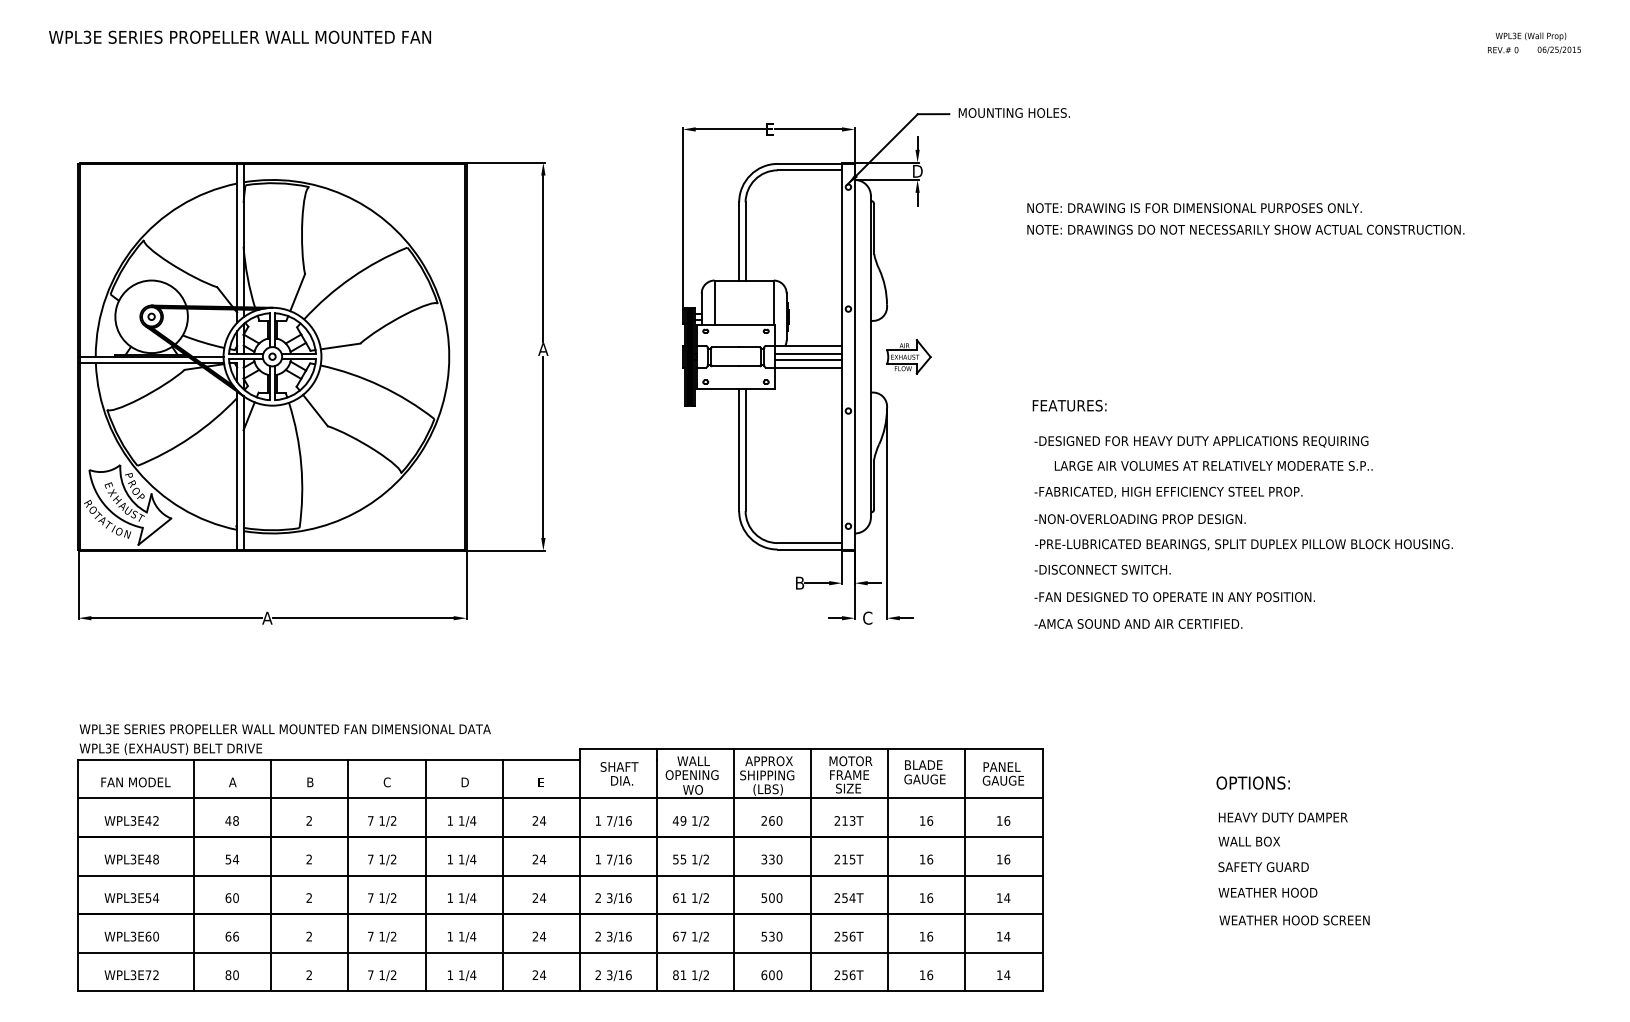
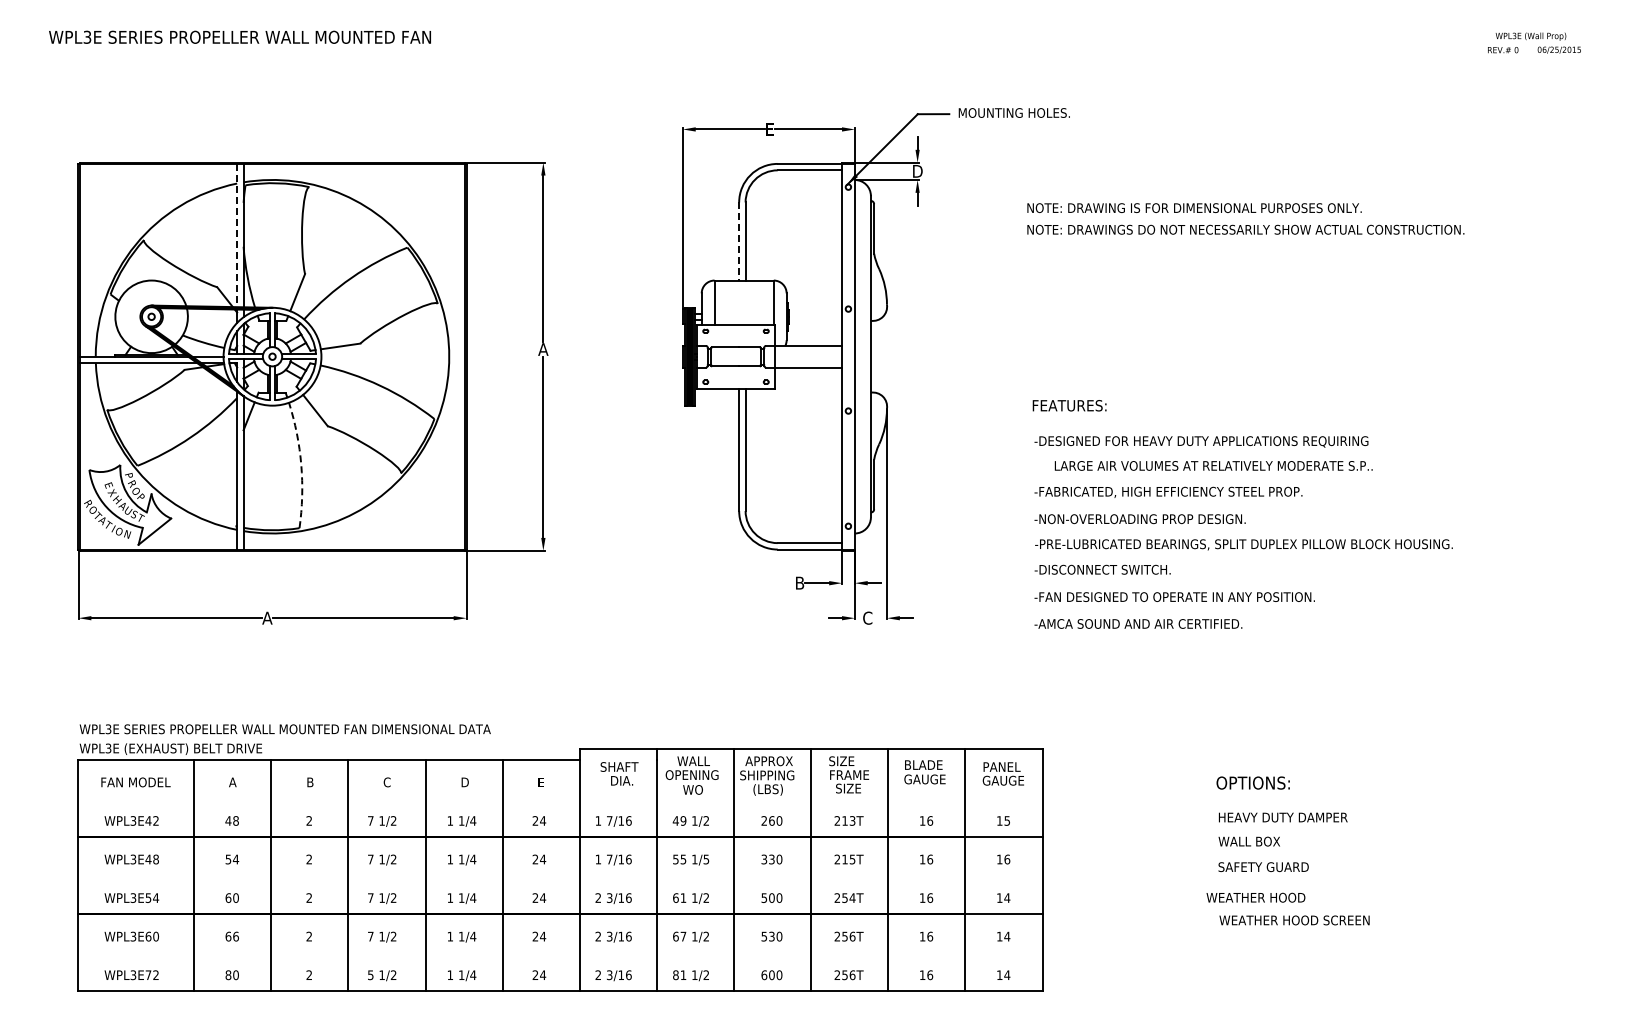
line at (237, 235): solid -> dashed
line at (739, 242): solid -> dashed
line at (808, 353): present -> none
part at (908, 356): present -> none
line at (808, 359): present -> none
arc at (301, 464): solid -> dashed
text at (850, 761): MOTOR -> SIZE
line at (560, 798): present -> none
text at (1007, 820): 16 -> 15
text at (706, 859): 1/2 -> 1/5
line at (560, 875): present -> none
text at (1267, 892) position: (1267, 892) -> (1255, 897)
line at (560, 952): present -> none
text at (370, 975): 7 -> 5
